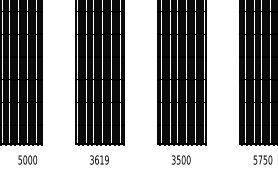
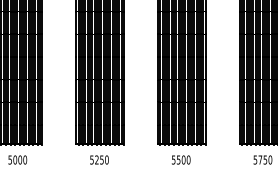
text at (27, 159) position: (27, 159) -> (17, 159)
text at (99, 159): 3619 -> 5250
text at (173, 159): 3500 -> 5500
